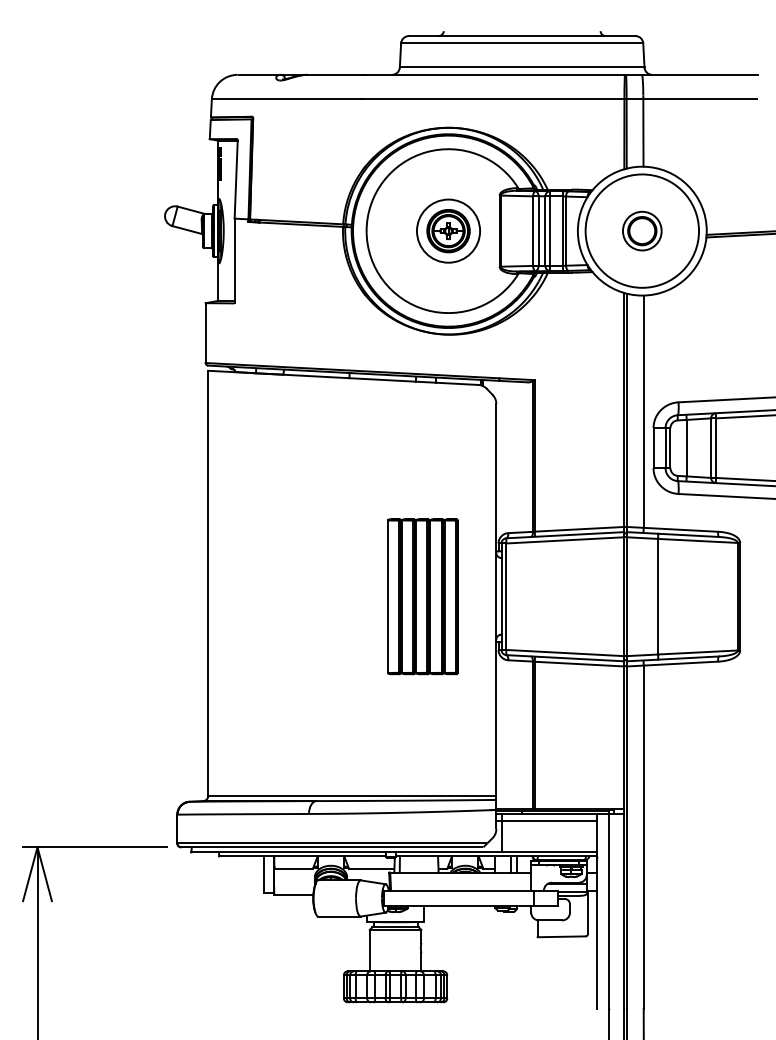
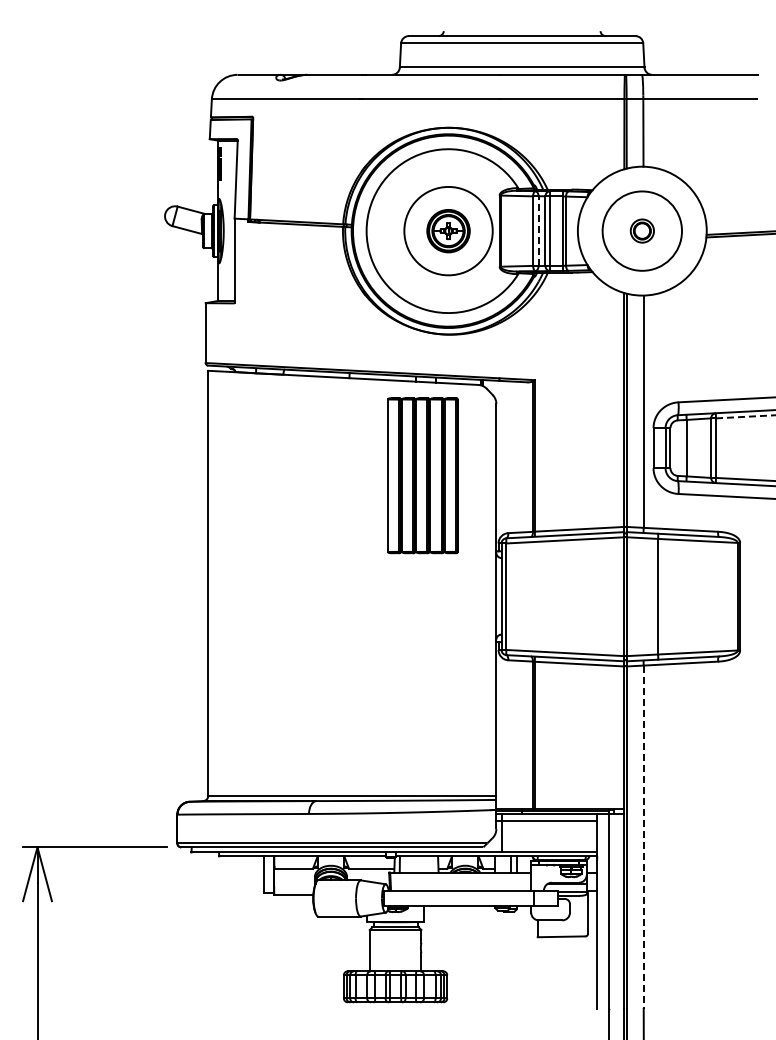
circle at (448, 230) diameter: 63 px -> 88 px
circle at (642, 230) diameter: 113 px -> 79 px
part at (642, 230) size: 41x42 px -> 26x26 px
line at (538, 231): solid -> dashed
line at (745, 416): solid -> dashed
part at (422, 596) position: (422, 596) -> (422, 475)
line at (643, 837): solid -> dashed
